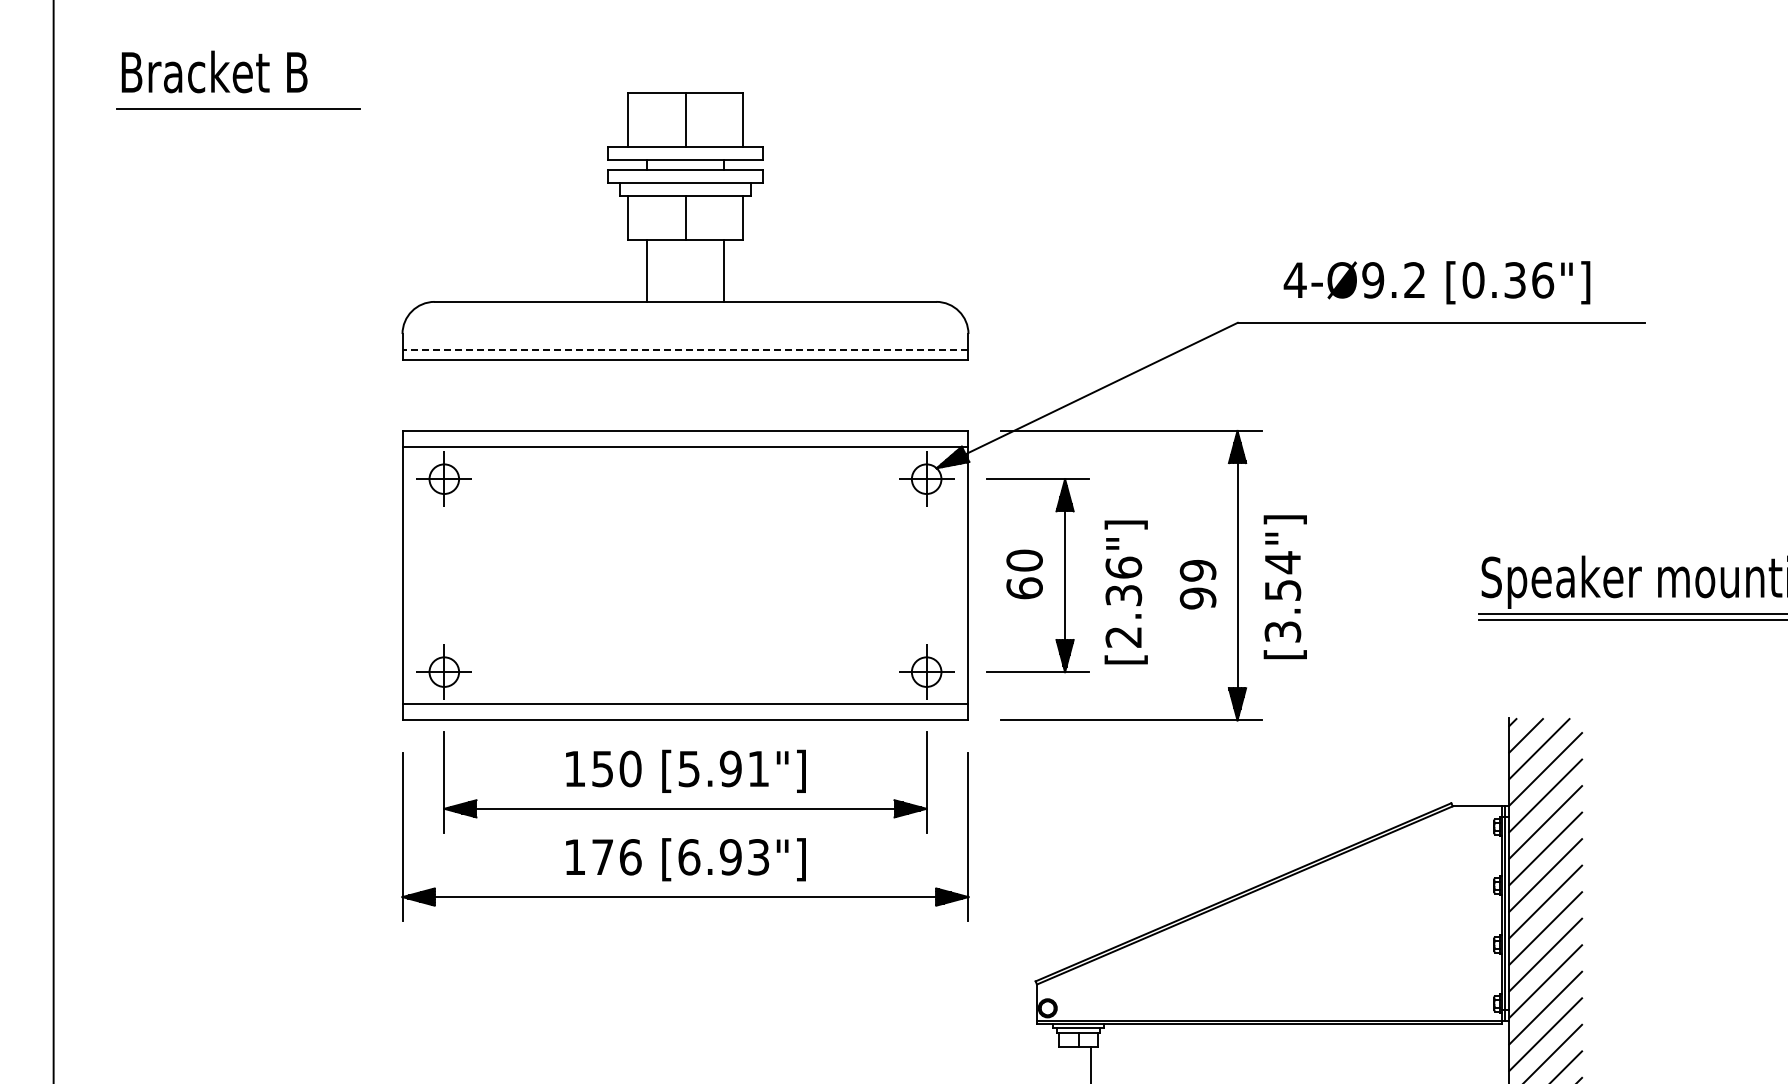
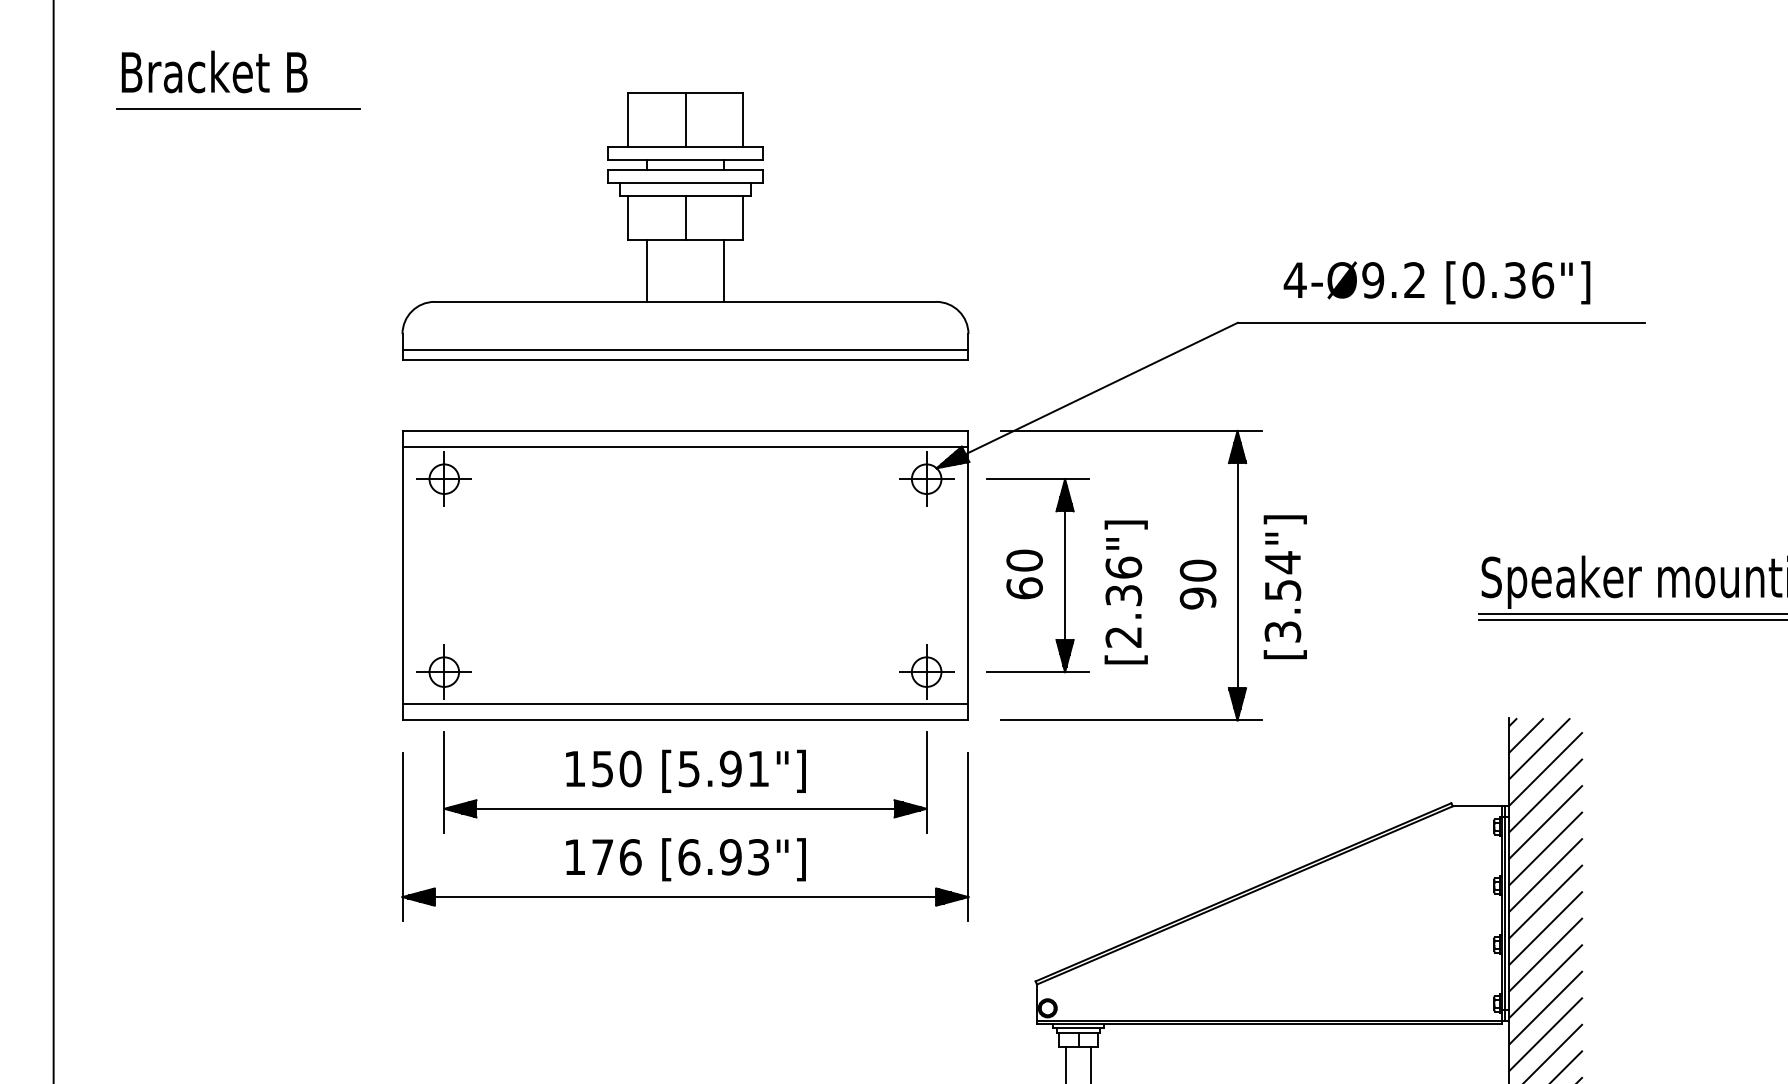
line at (685, 350): dashed -> solid
text at (1198, 570): 99 -> 90
line at (1065, 1063): none -> present
